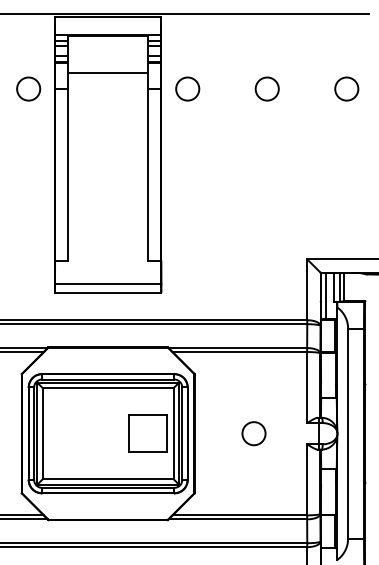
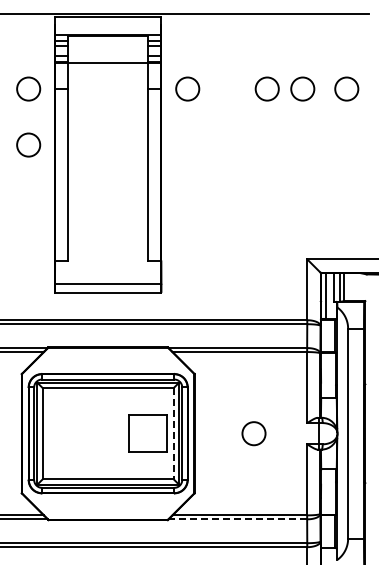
line at (107, 73) position: (107, 73) -> (107, 63)
circle at (302, 88): none -> present
circle at (28, 144): none -> present
line at (173, 433): solid -> dashed
line at (237, 519): solid -> dashed
